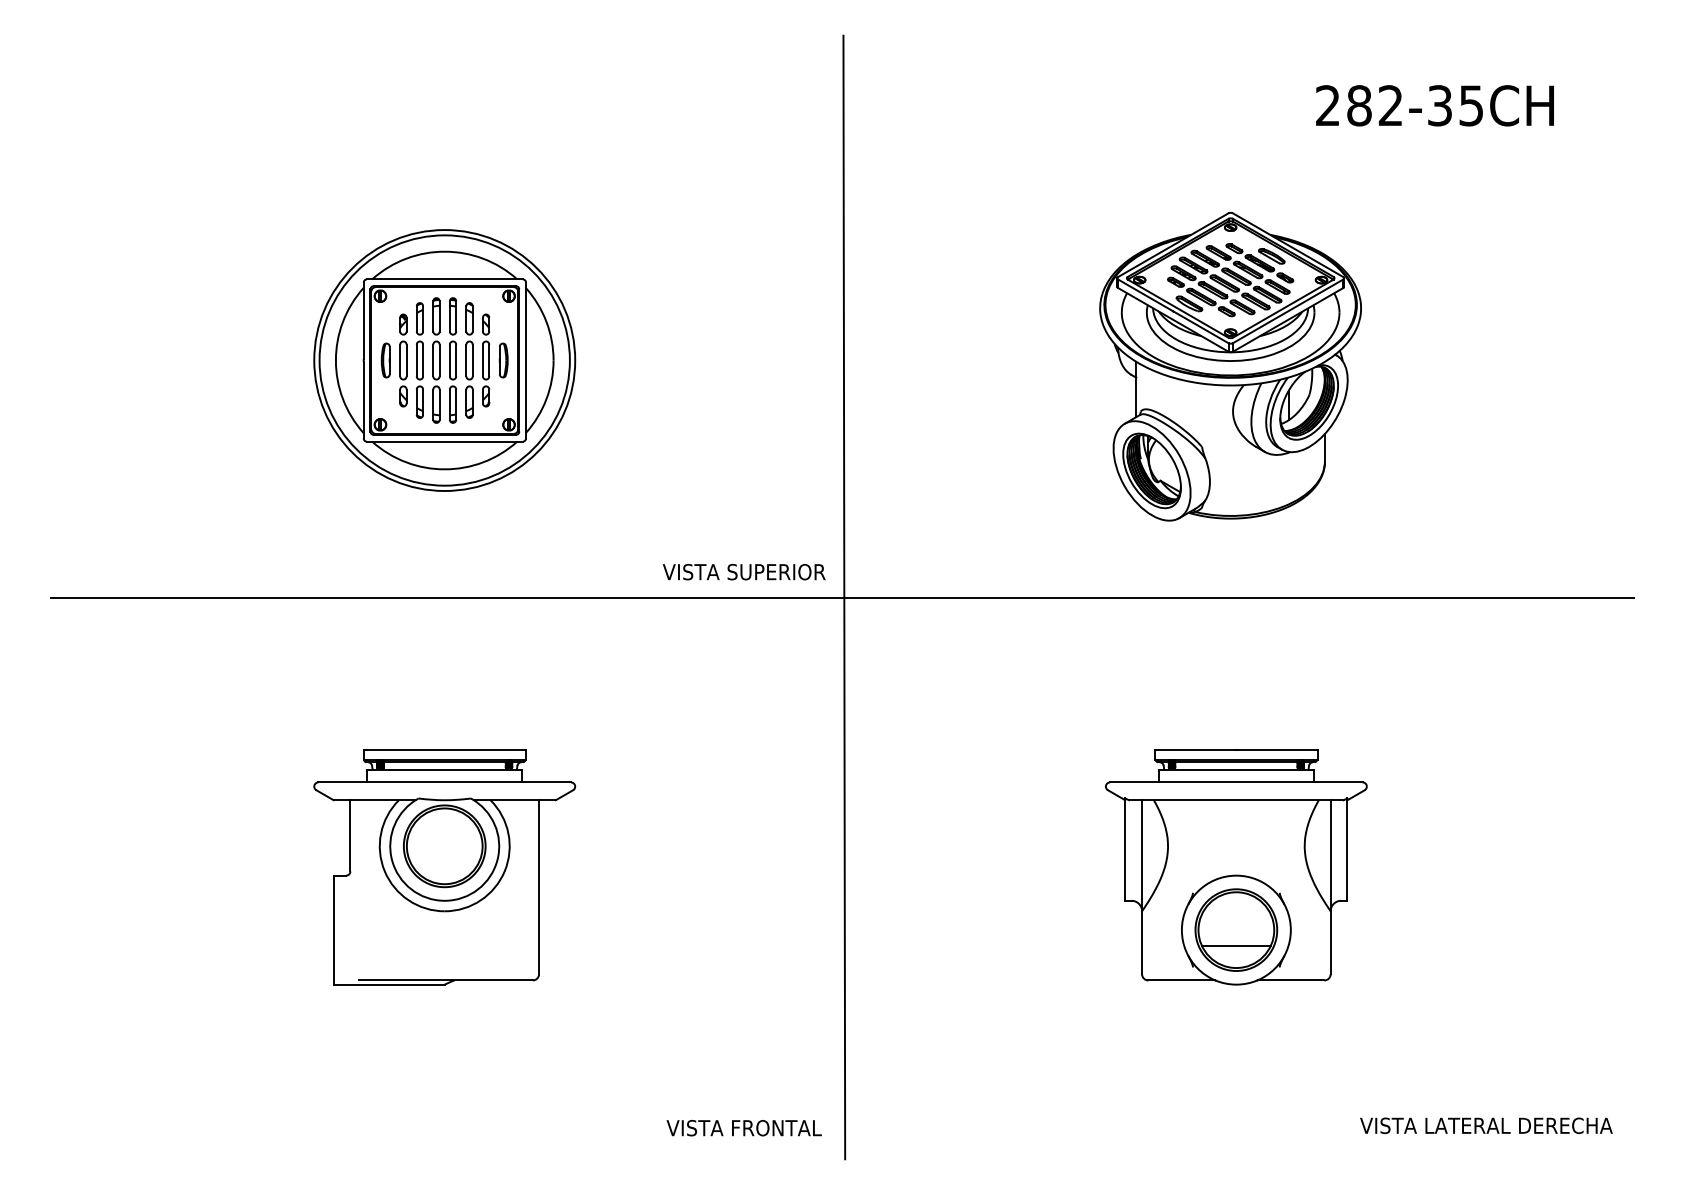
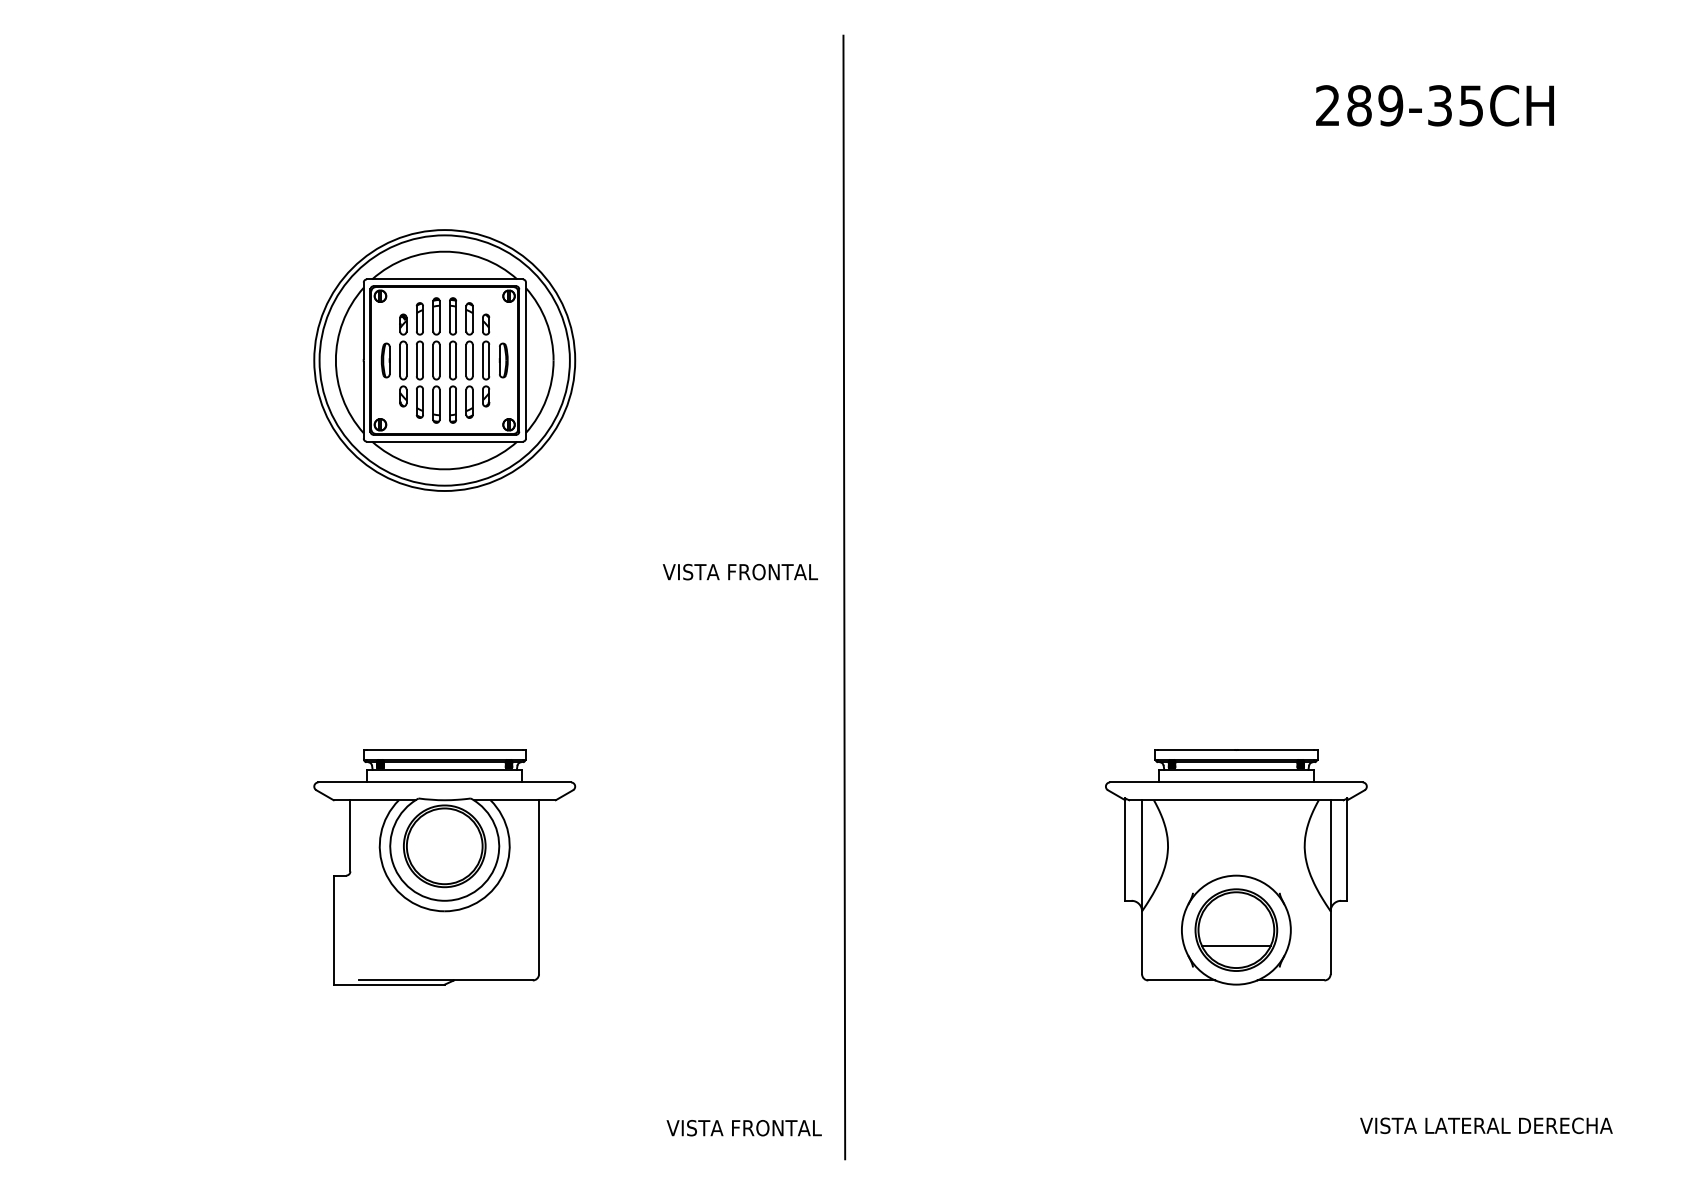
text at (1390, 105): 282-35CH -> 289-35CH
part at (1230, 366): present -> none
text at (776, 571): VISTA SUPERIOR -> VISTA FRONTAL
line at (842, 598): present -> none
